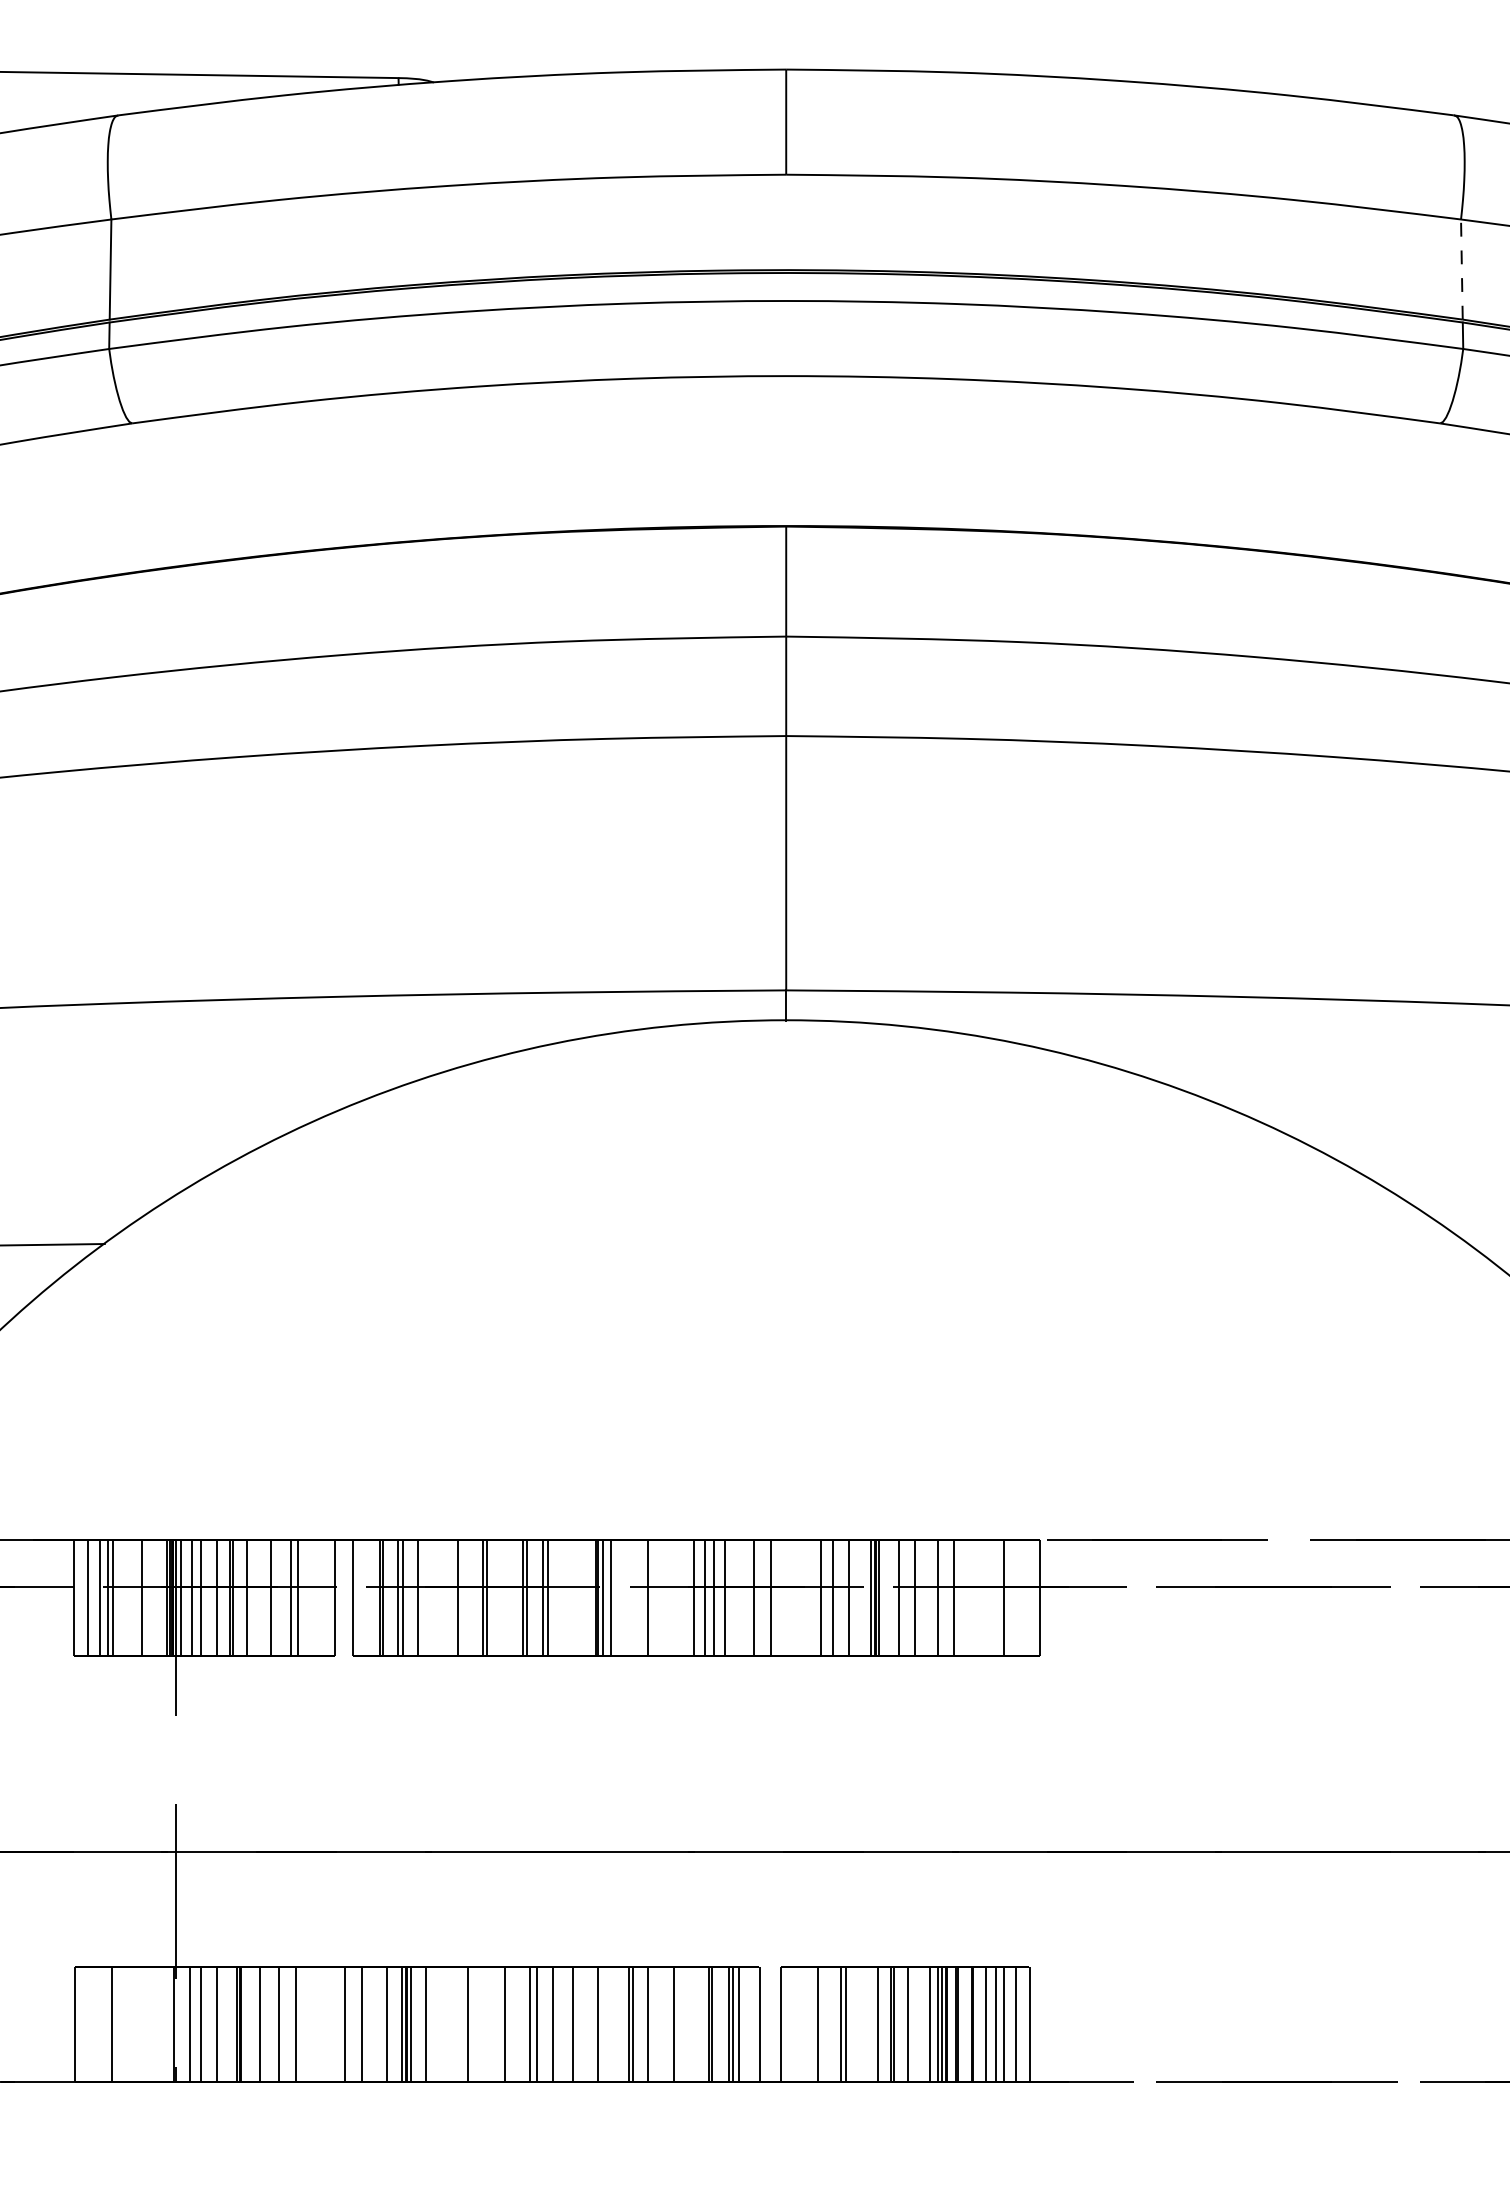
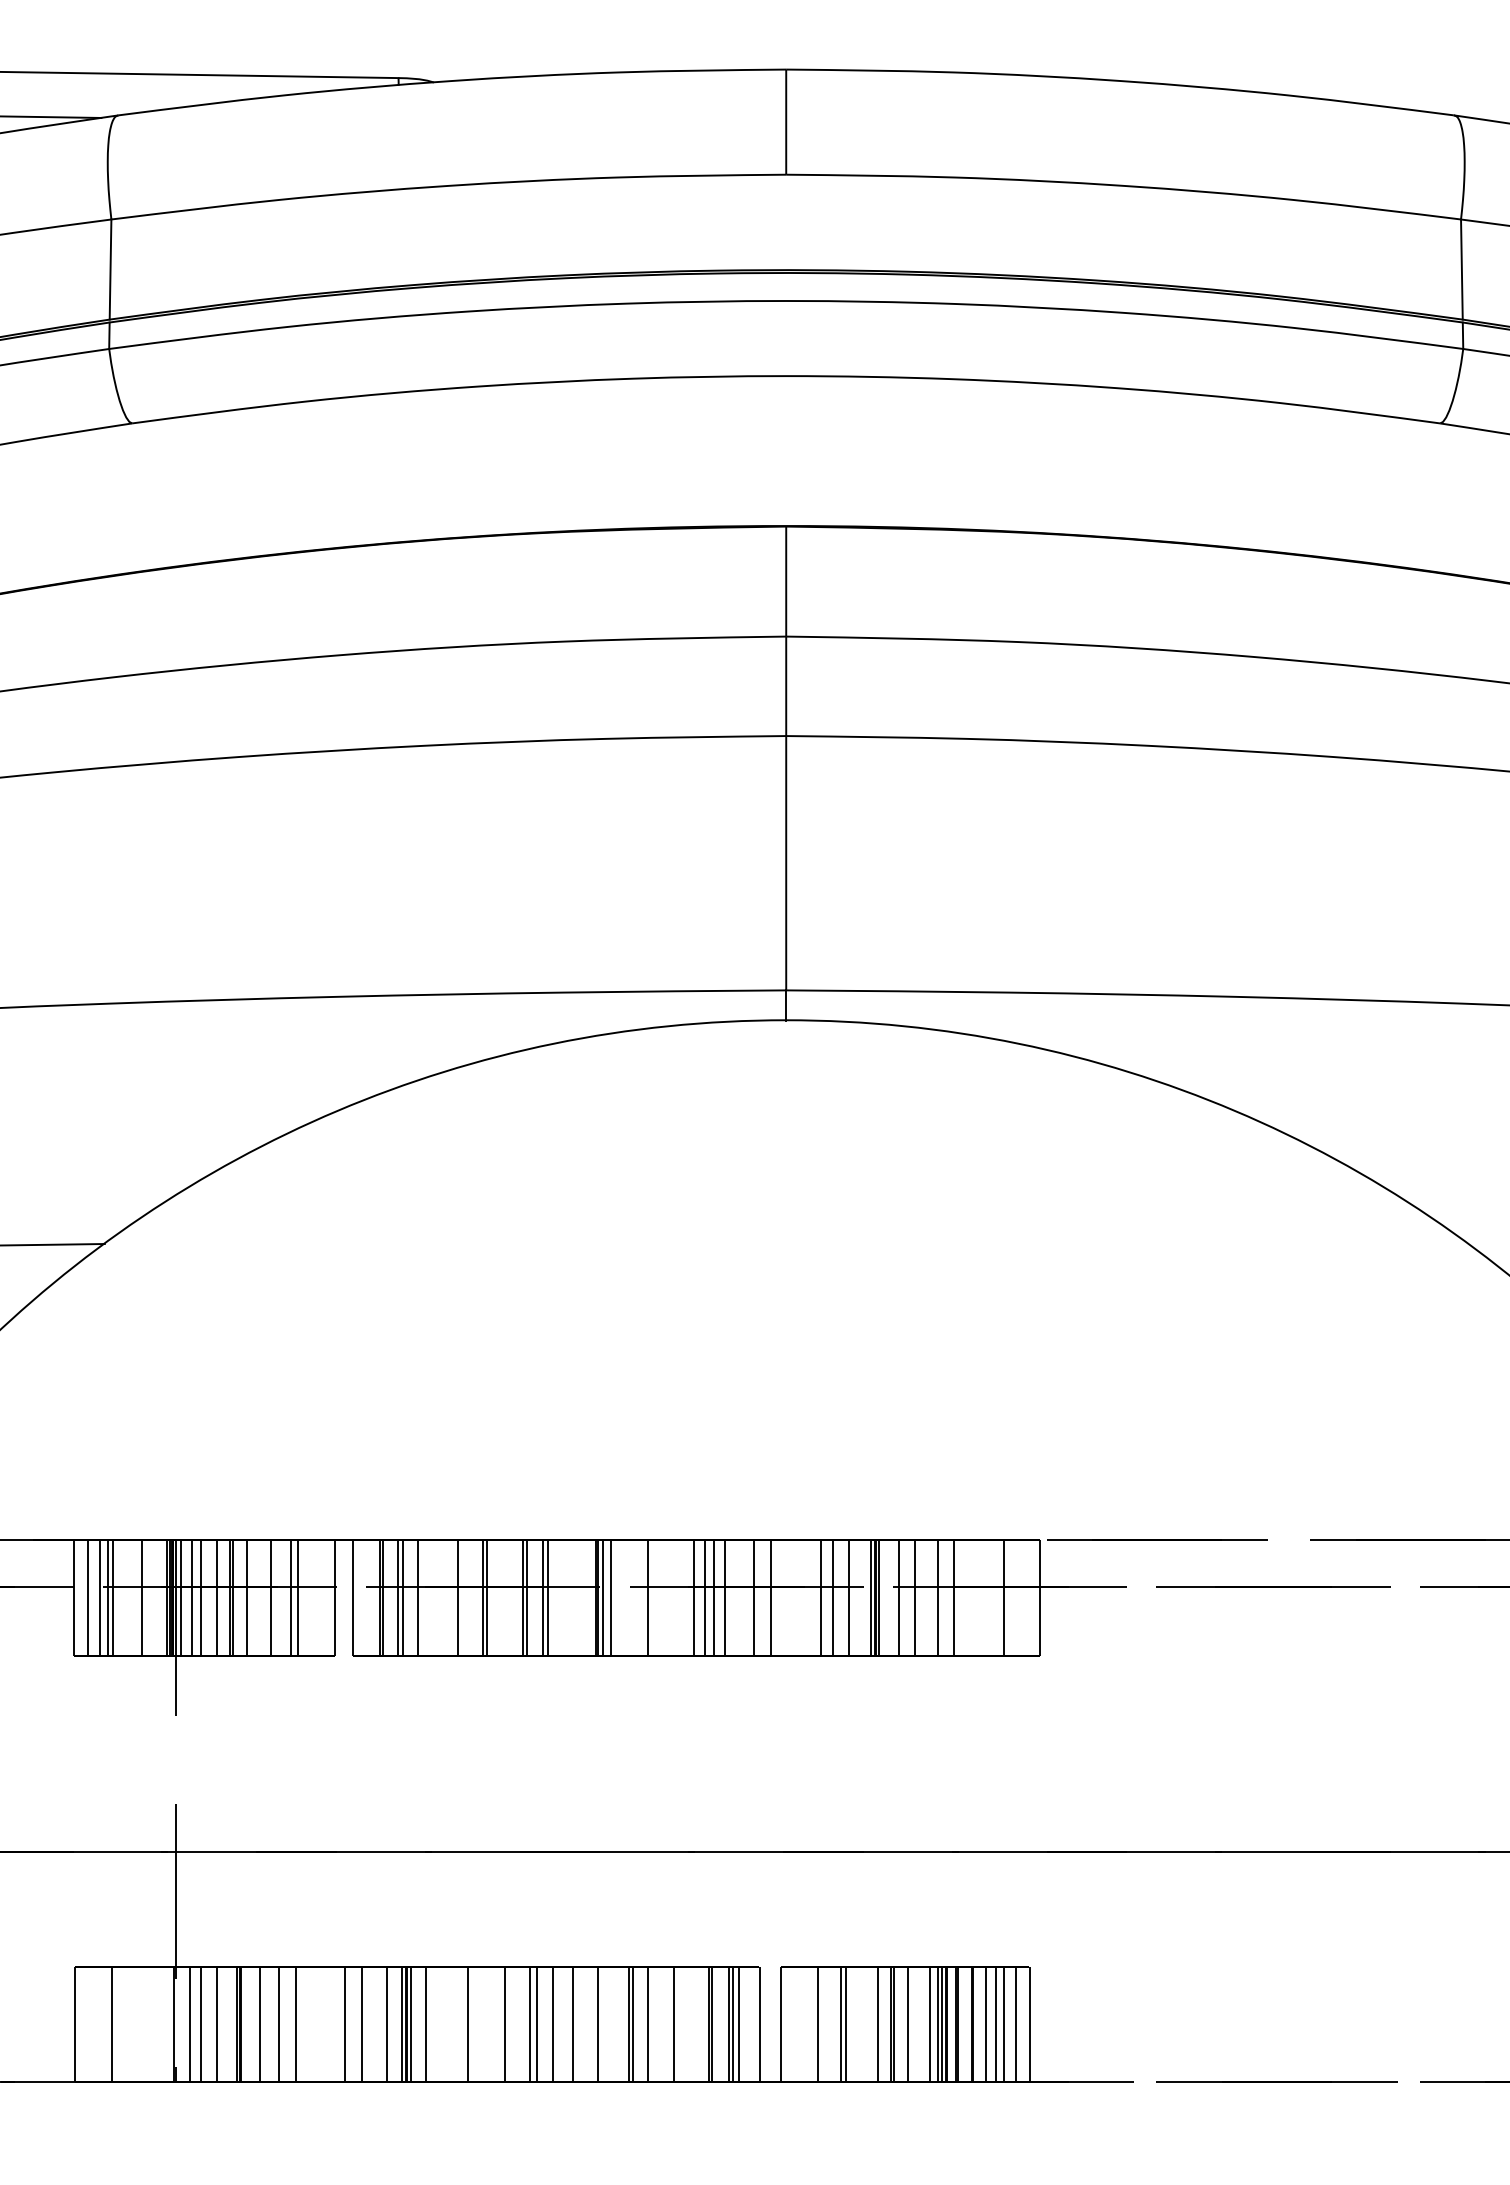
line at (51, 116): none -> present
line at (1461, 269): dashed -> solid
